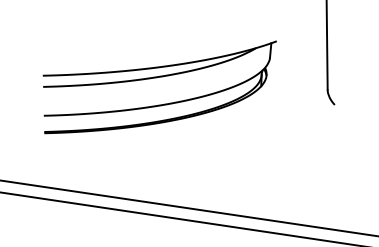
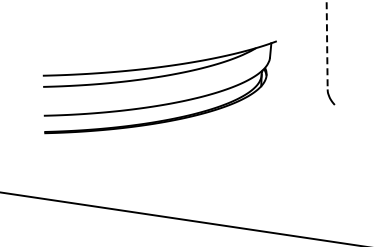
line at (327, 44): solid -> dashed
line at (188, 207): present -> none
